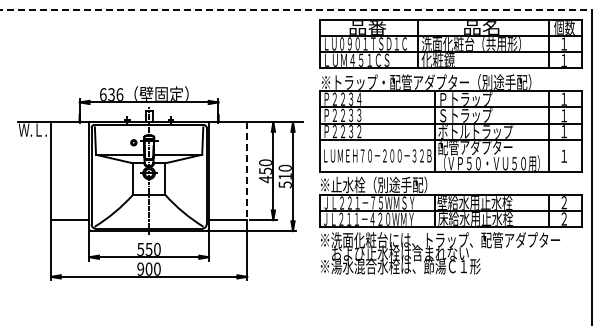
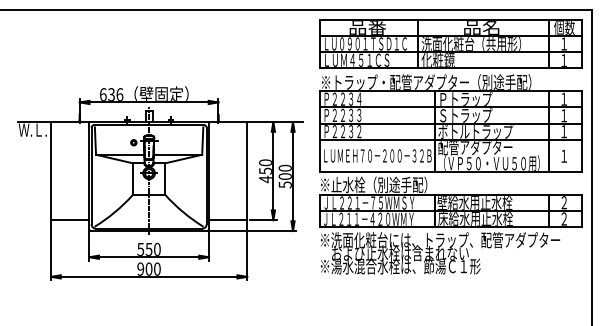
line at (296, 9): dashed -> solid
line at (247, 171): dashed -> solid
text at (284, 176): 510 -> 500
